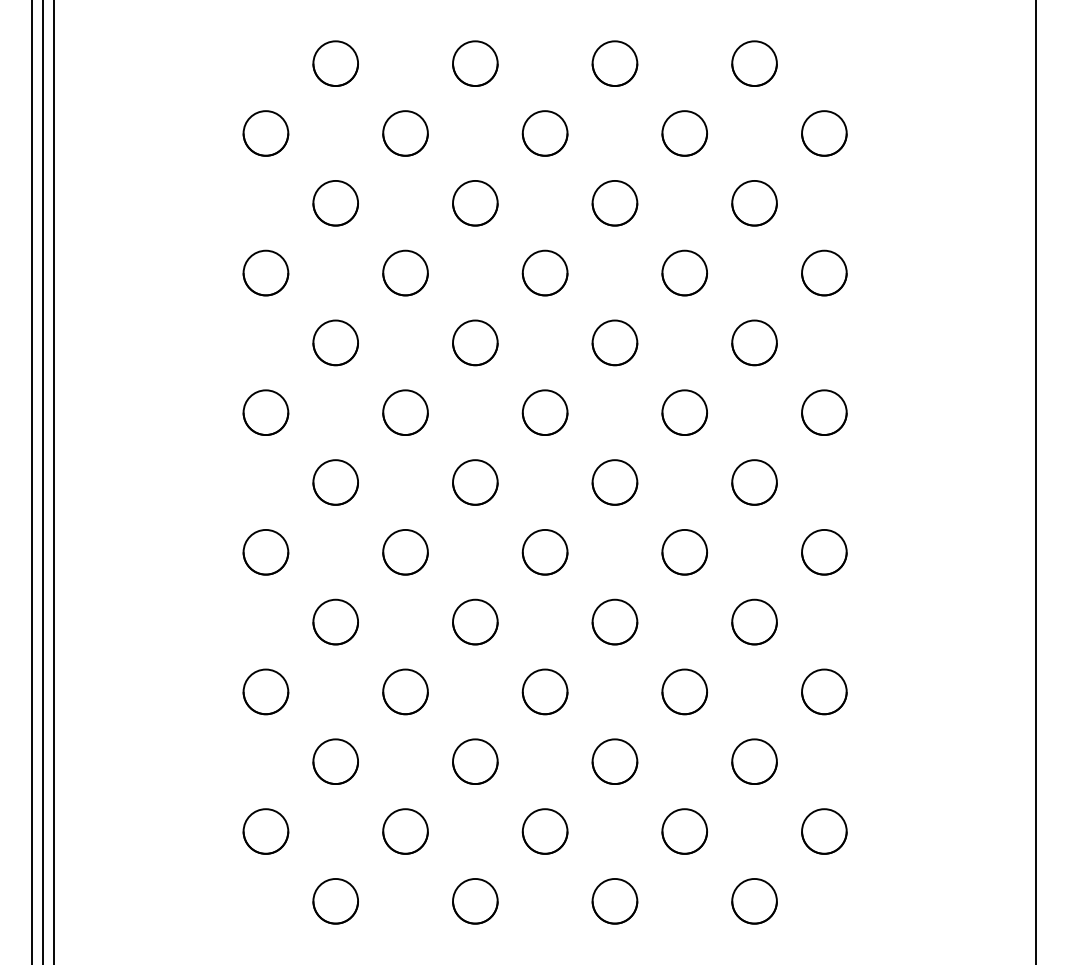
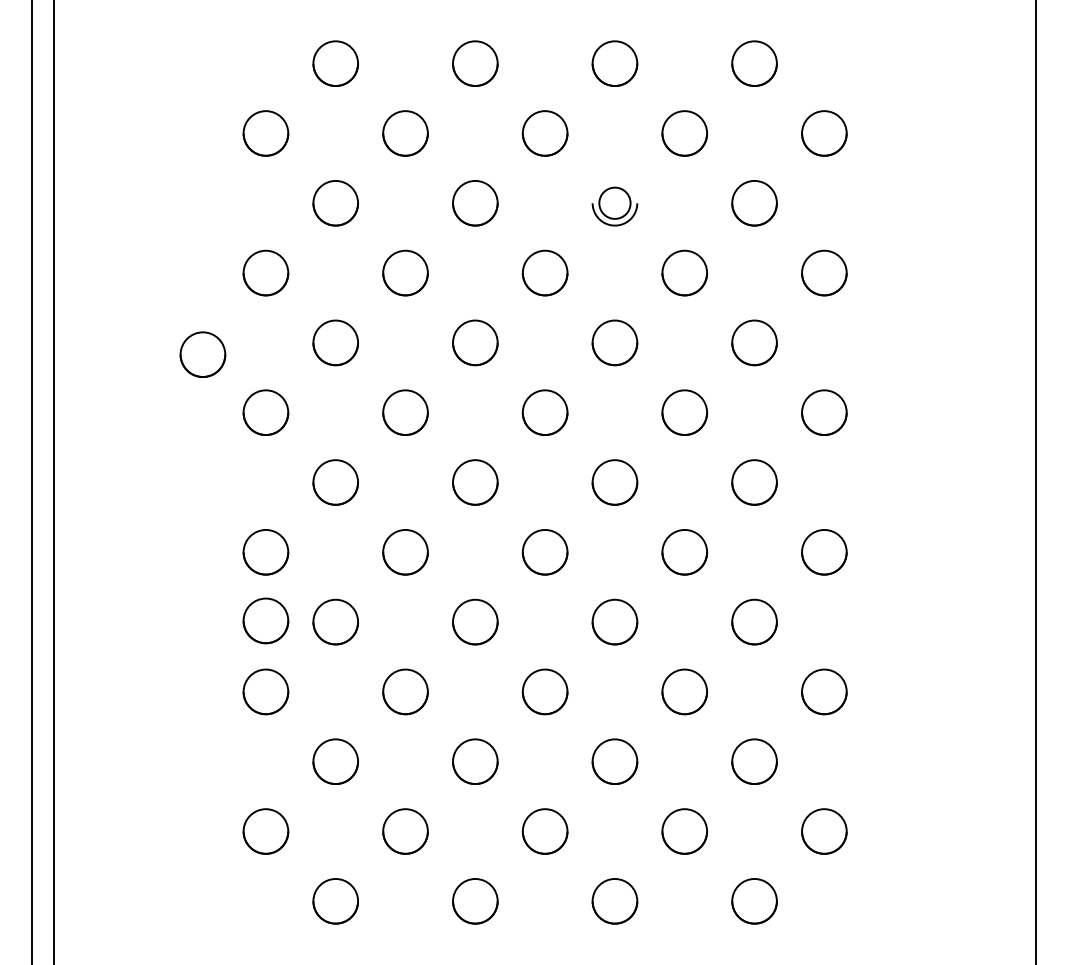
circle at (614, 202) diameter: 45 px -> 31 px
part at (202, 354): none -> present
line at (43, 481): present -> none
part at (265, 620): none -> present
